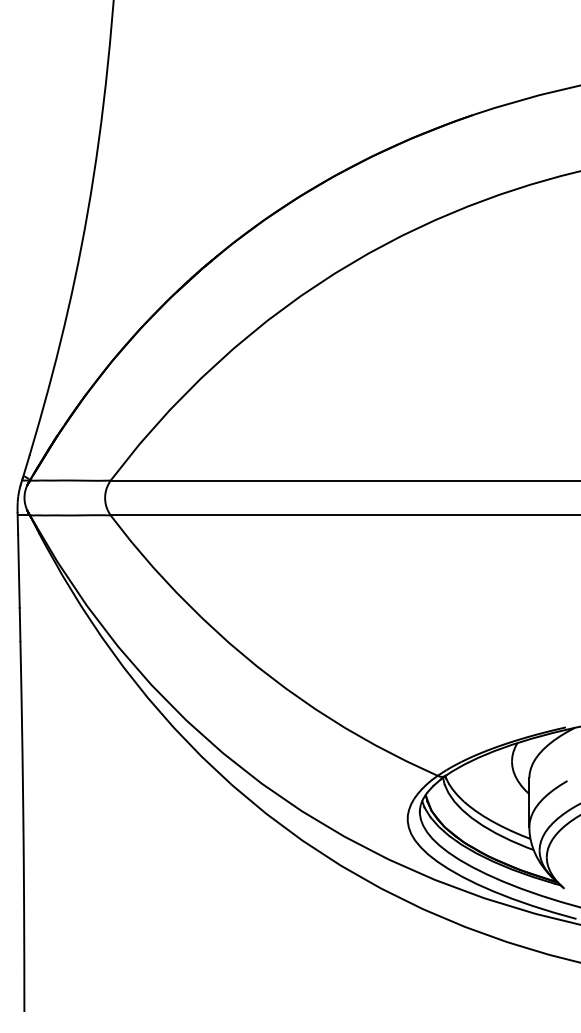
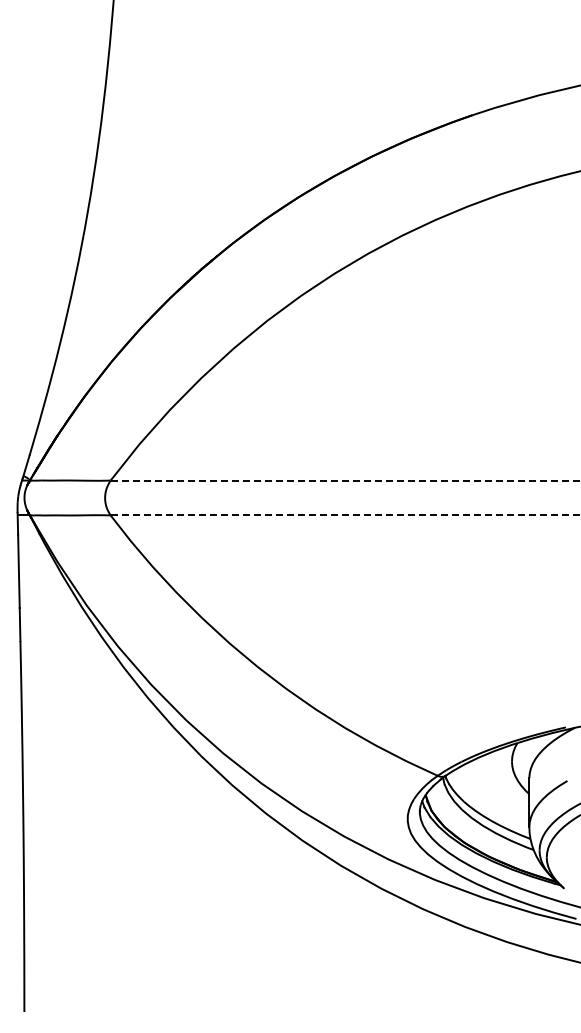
line at (345, 480): solid -> dashed
line at (345, 515): solid -> dashed
